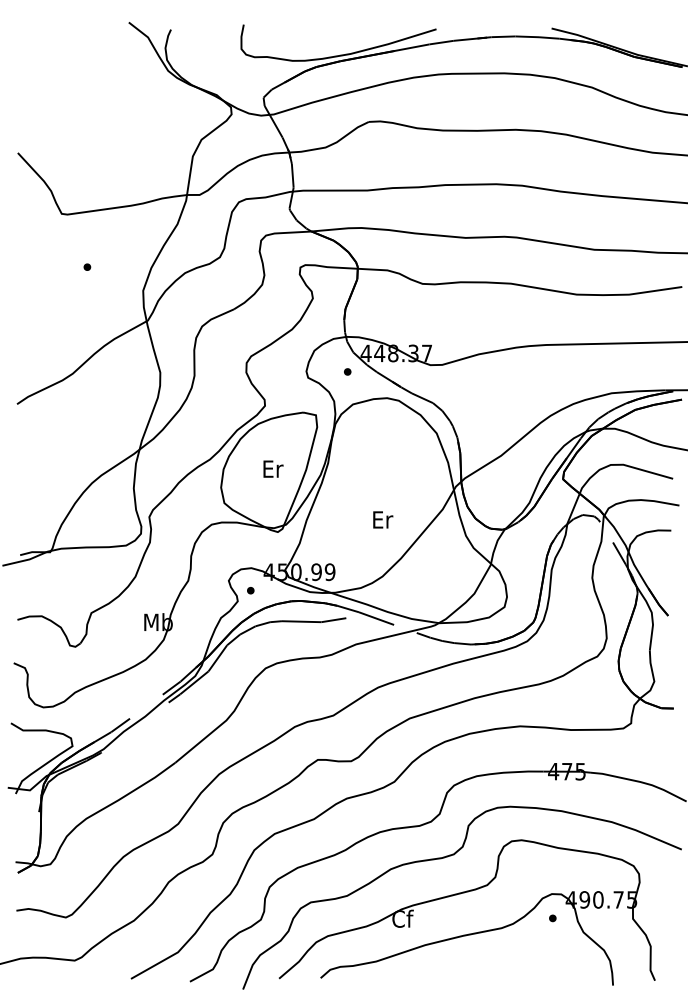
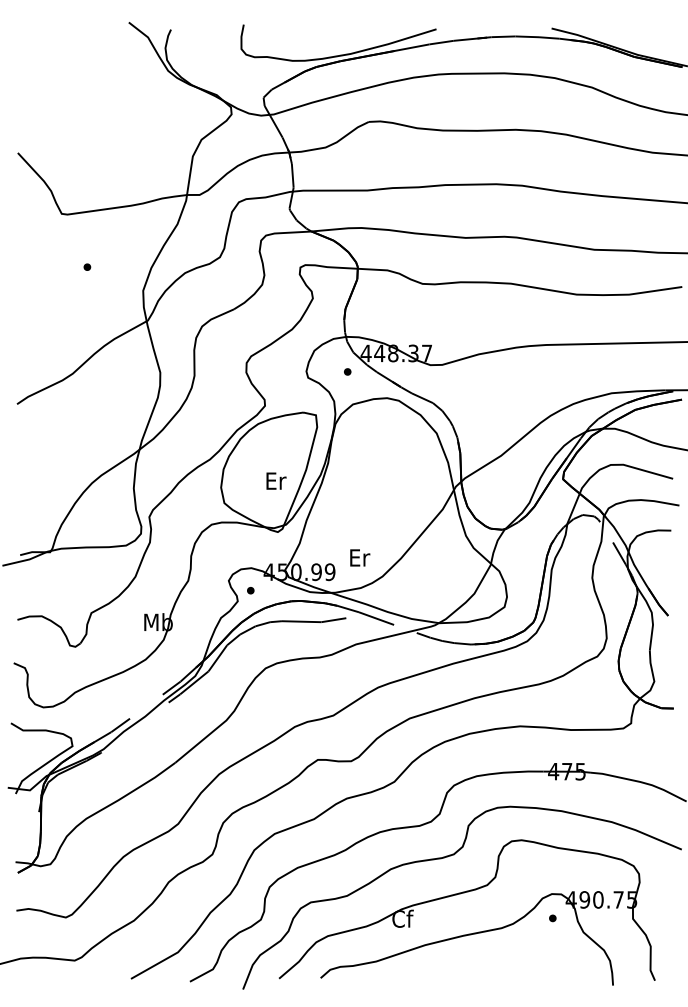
text at (273, 468) position: (273, 468) -> (276, 480)
text at (383, 519) position: (383, 519) -> (360, 557)
